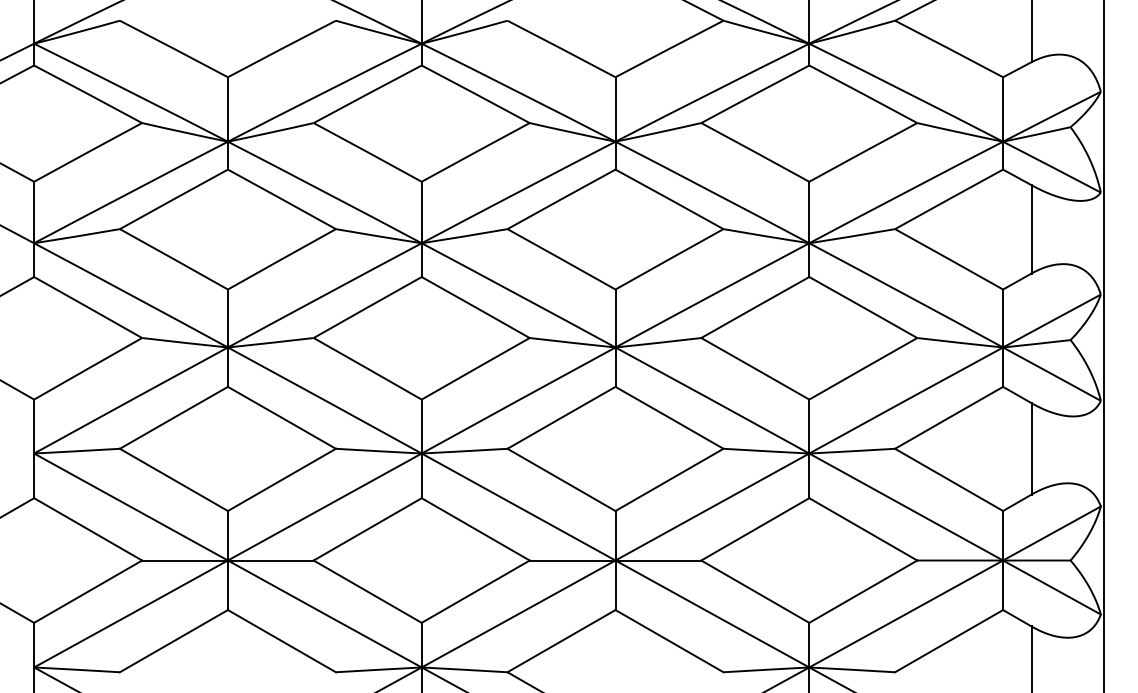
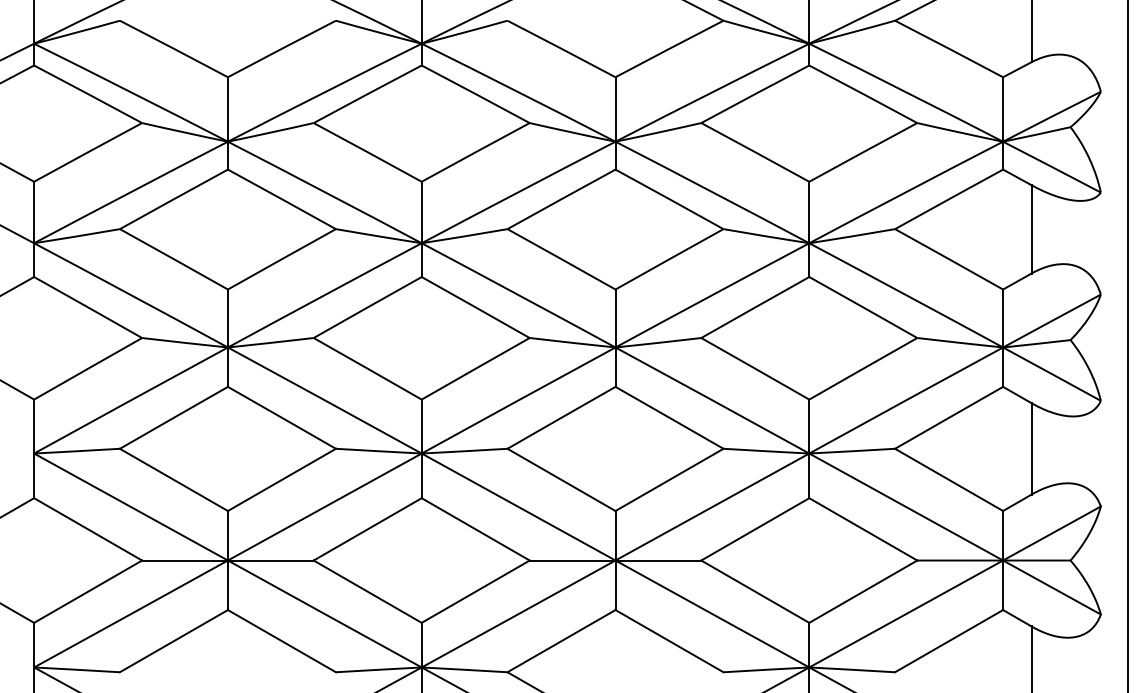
line at (1103, 345) position: (1103, 345) -> (1127, 345)
